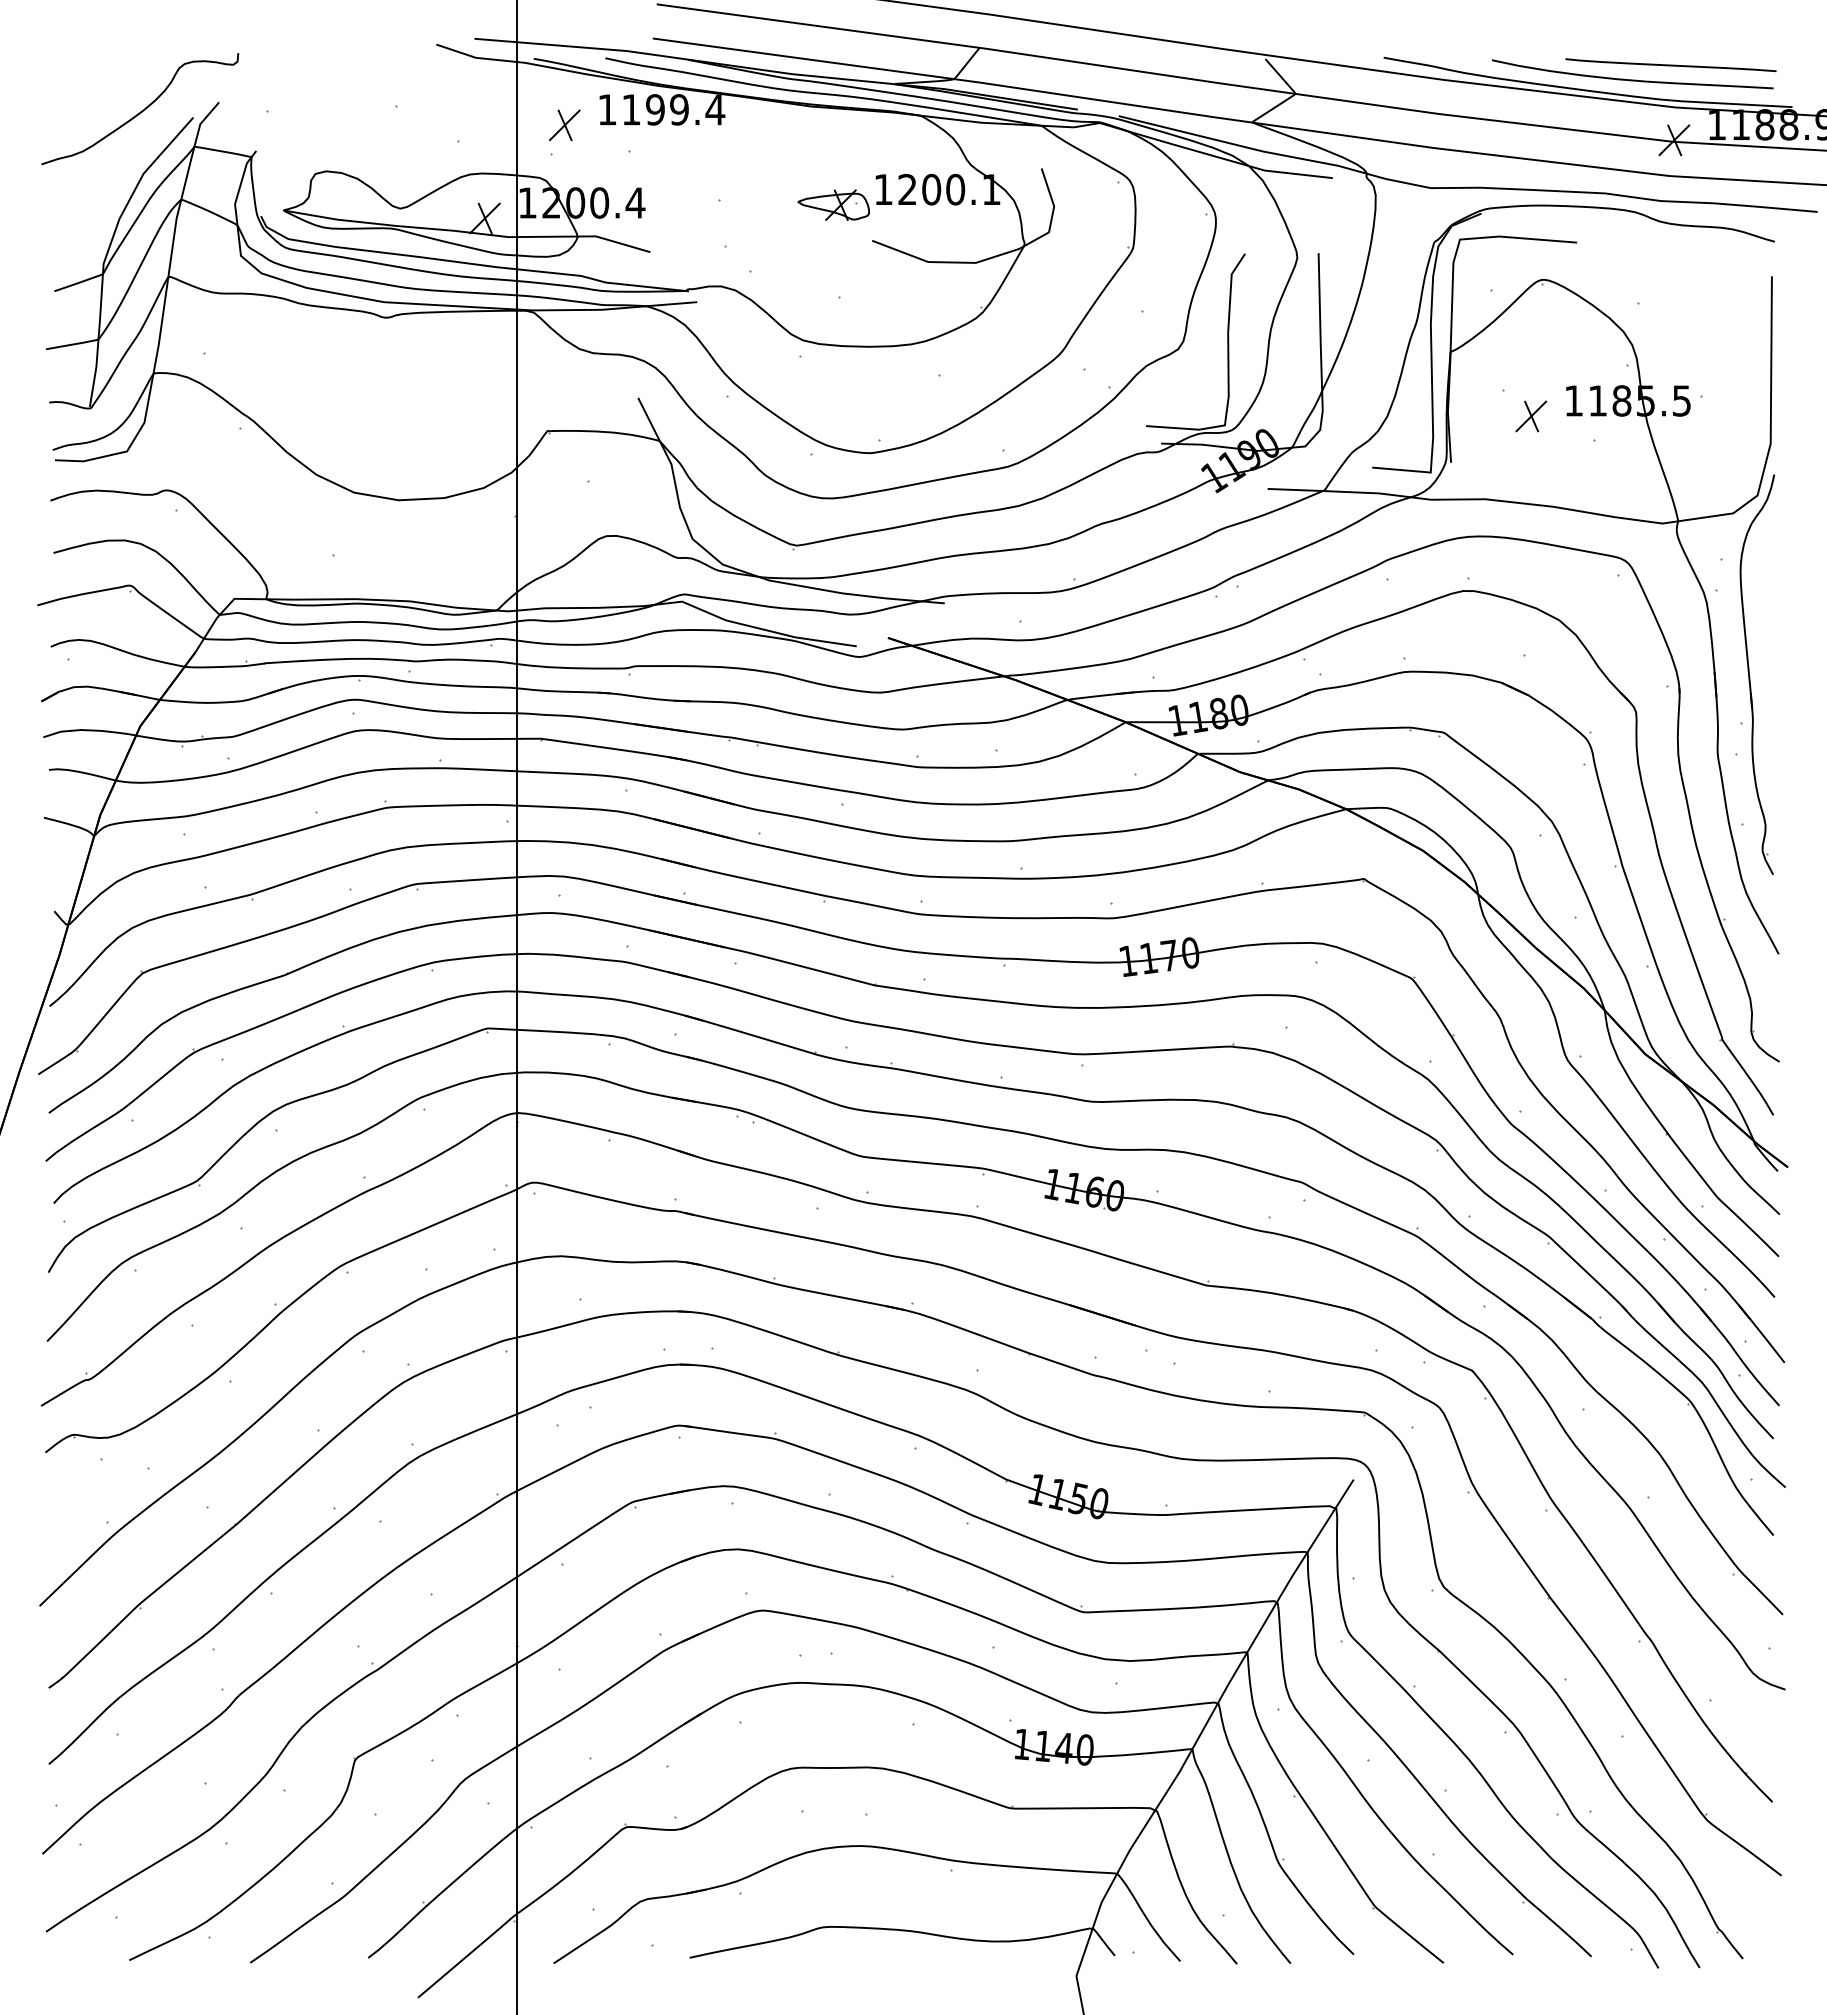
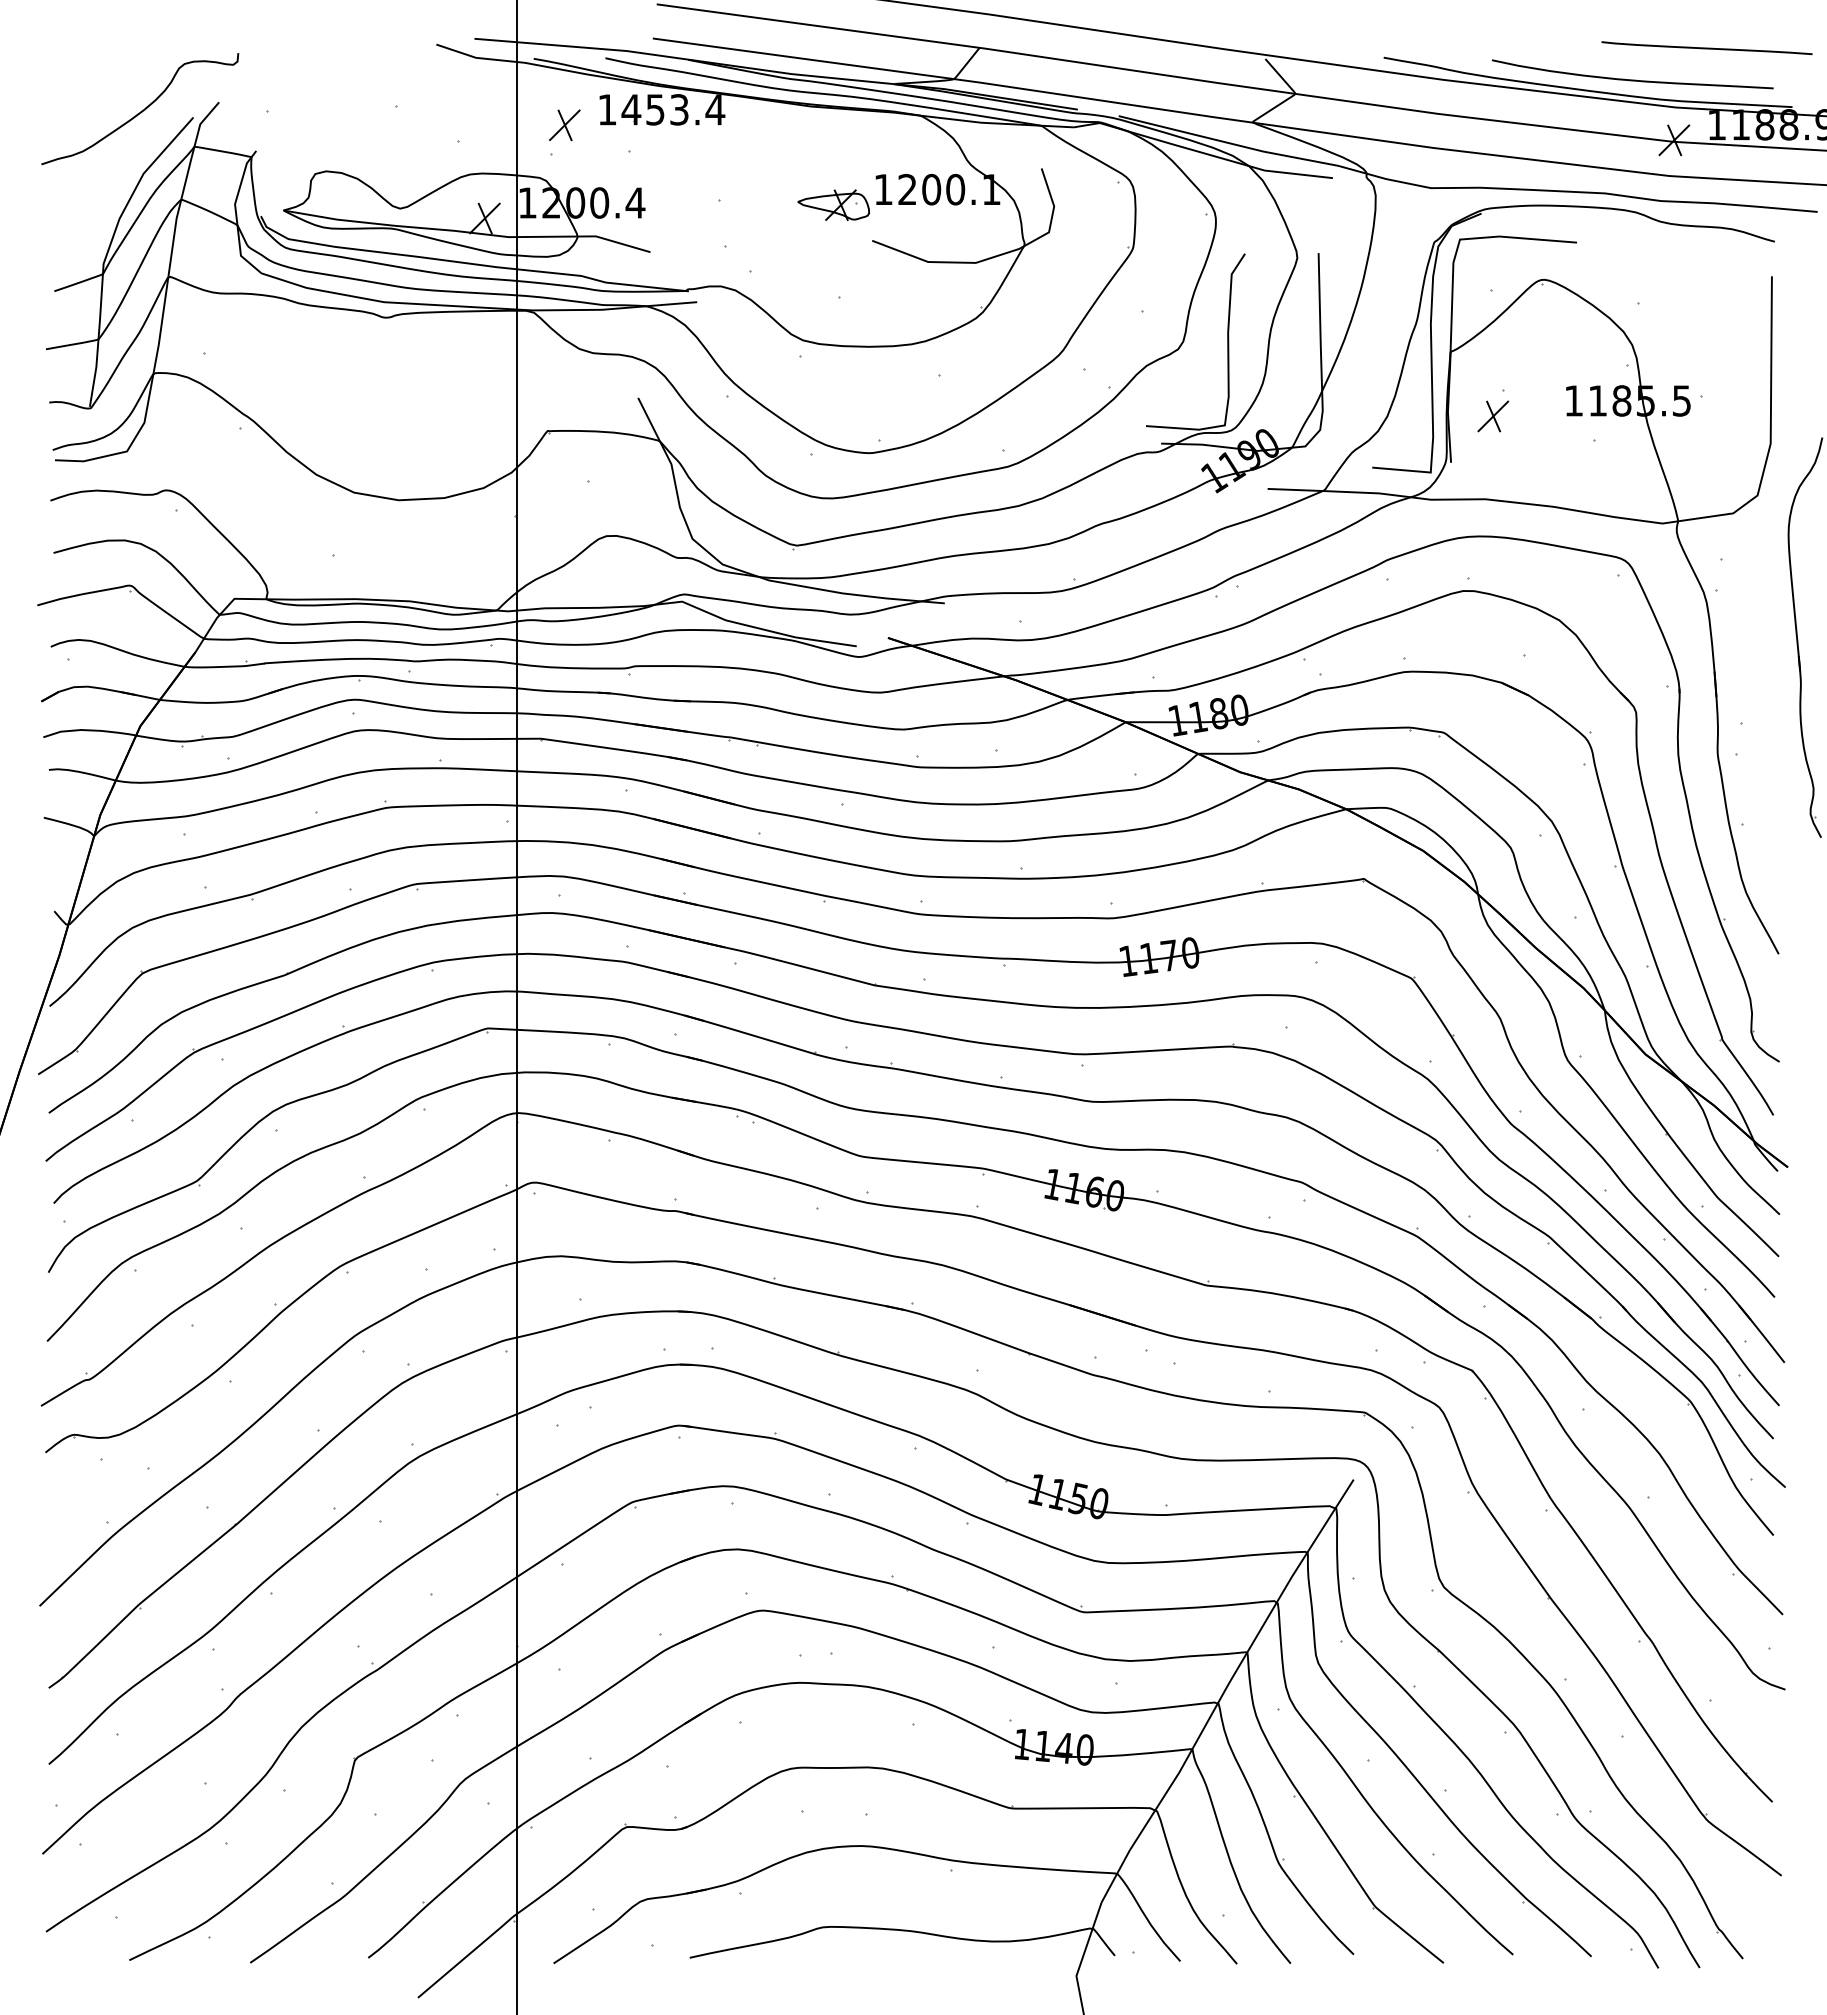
line at (1670, 65) position: (1670, 65) -> (1706, 48)
text at (654, 109): 1199.4 -> 1453.4
part at (1531, 416) position: (1531, 416) -> (1493, 416)
part at (1750, 676) position: (1750, 676) -> (1798, 639)
